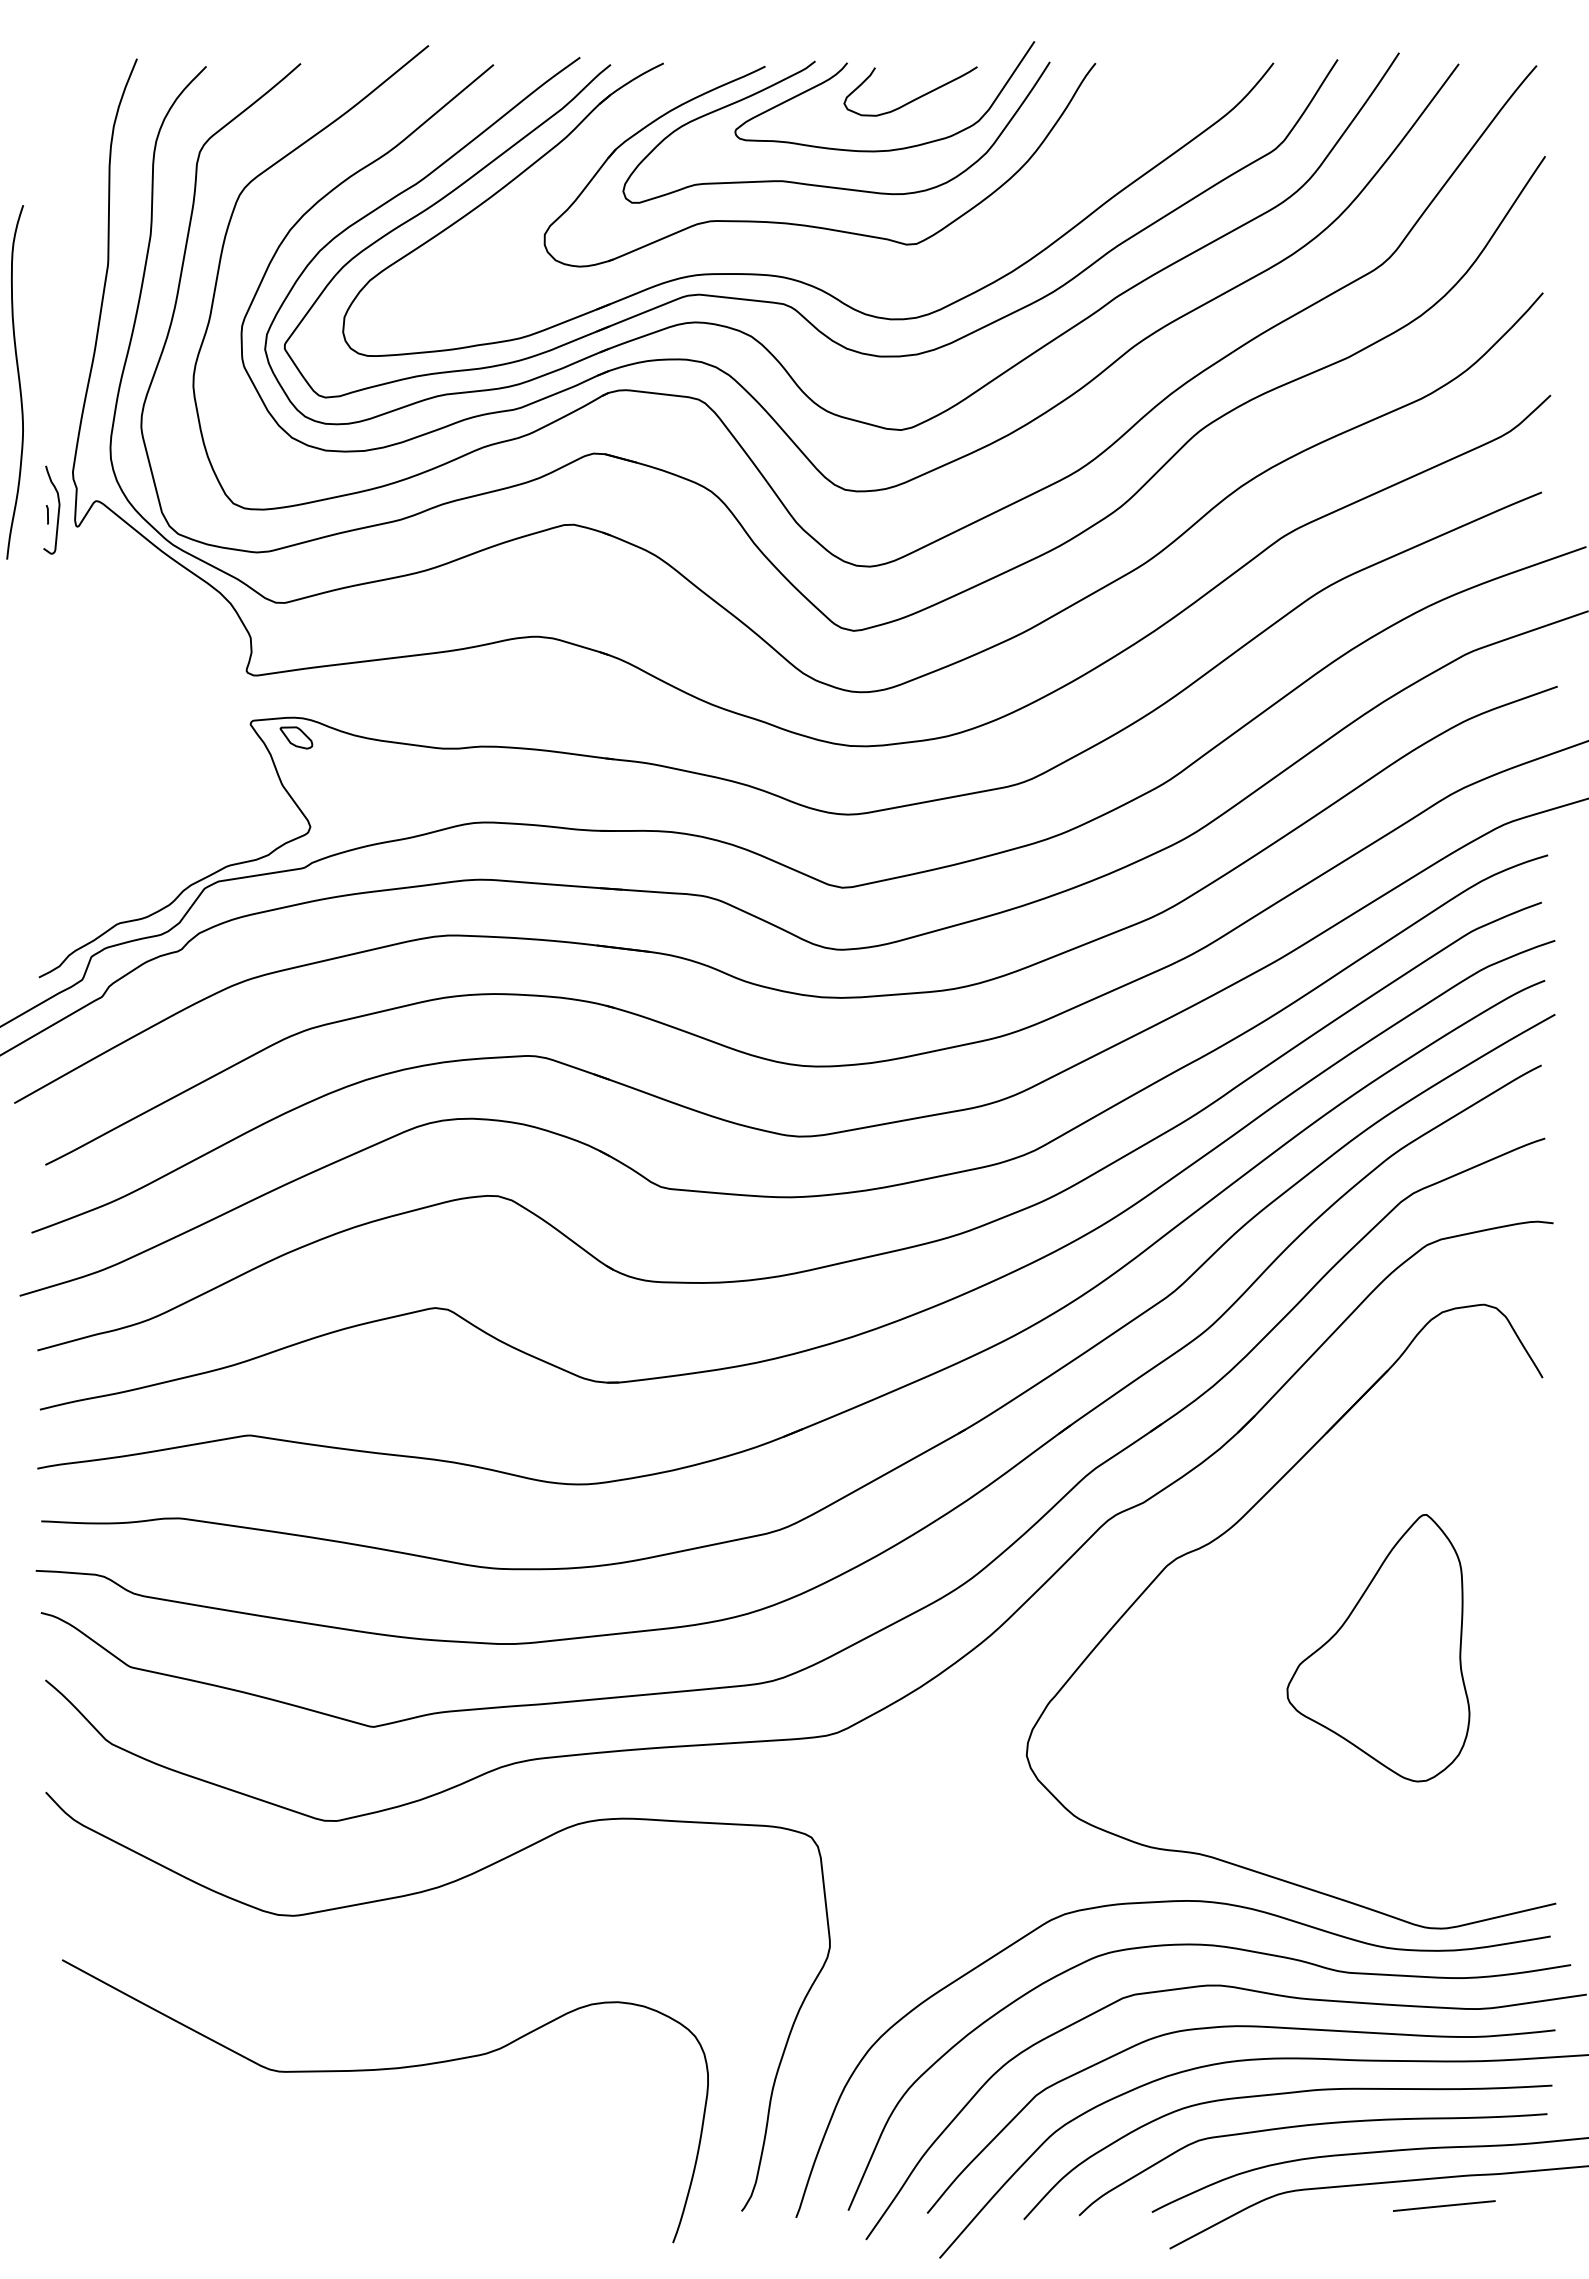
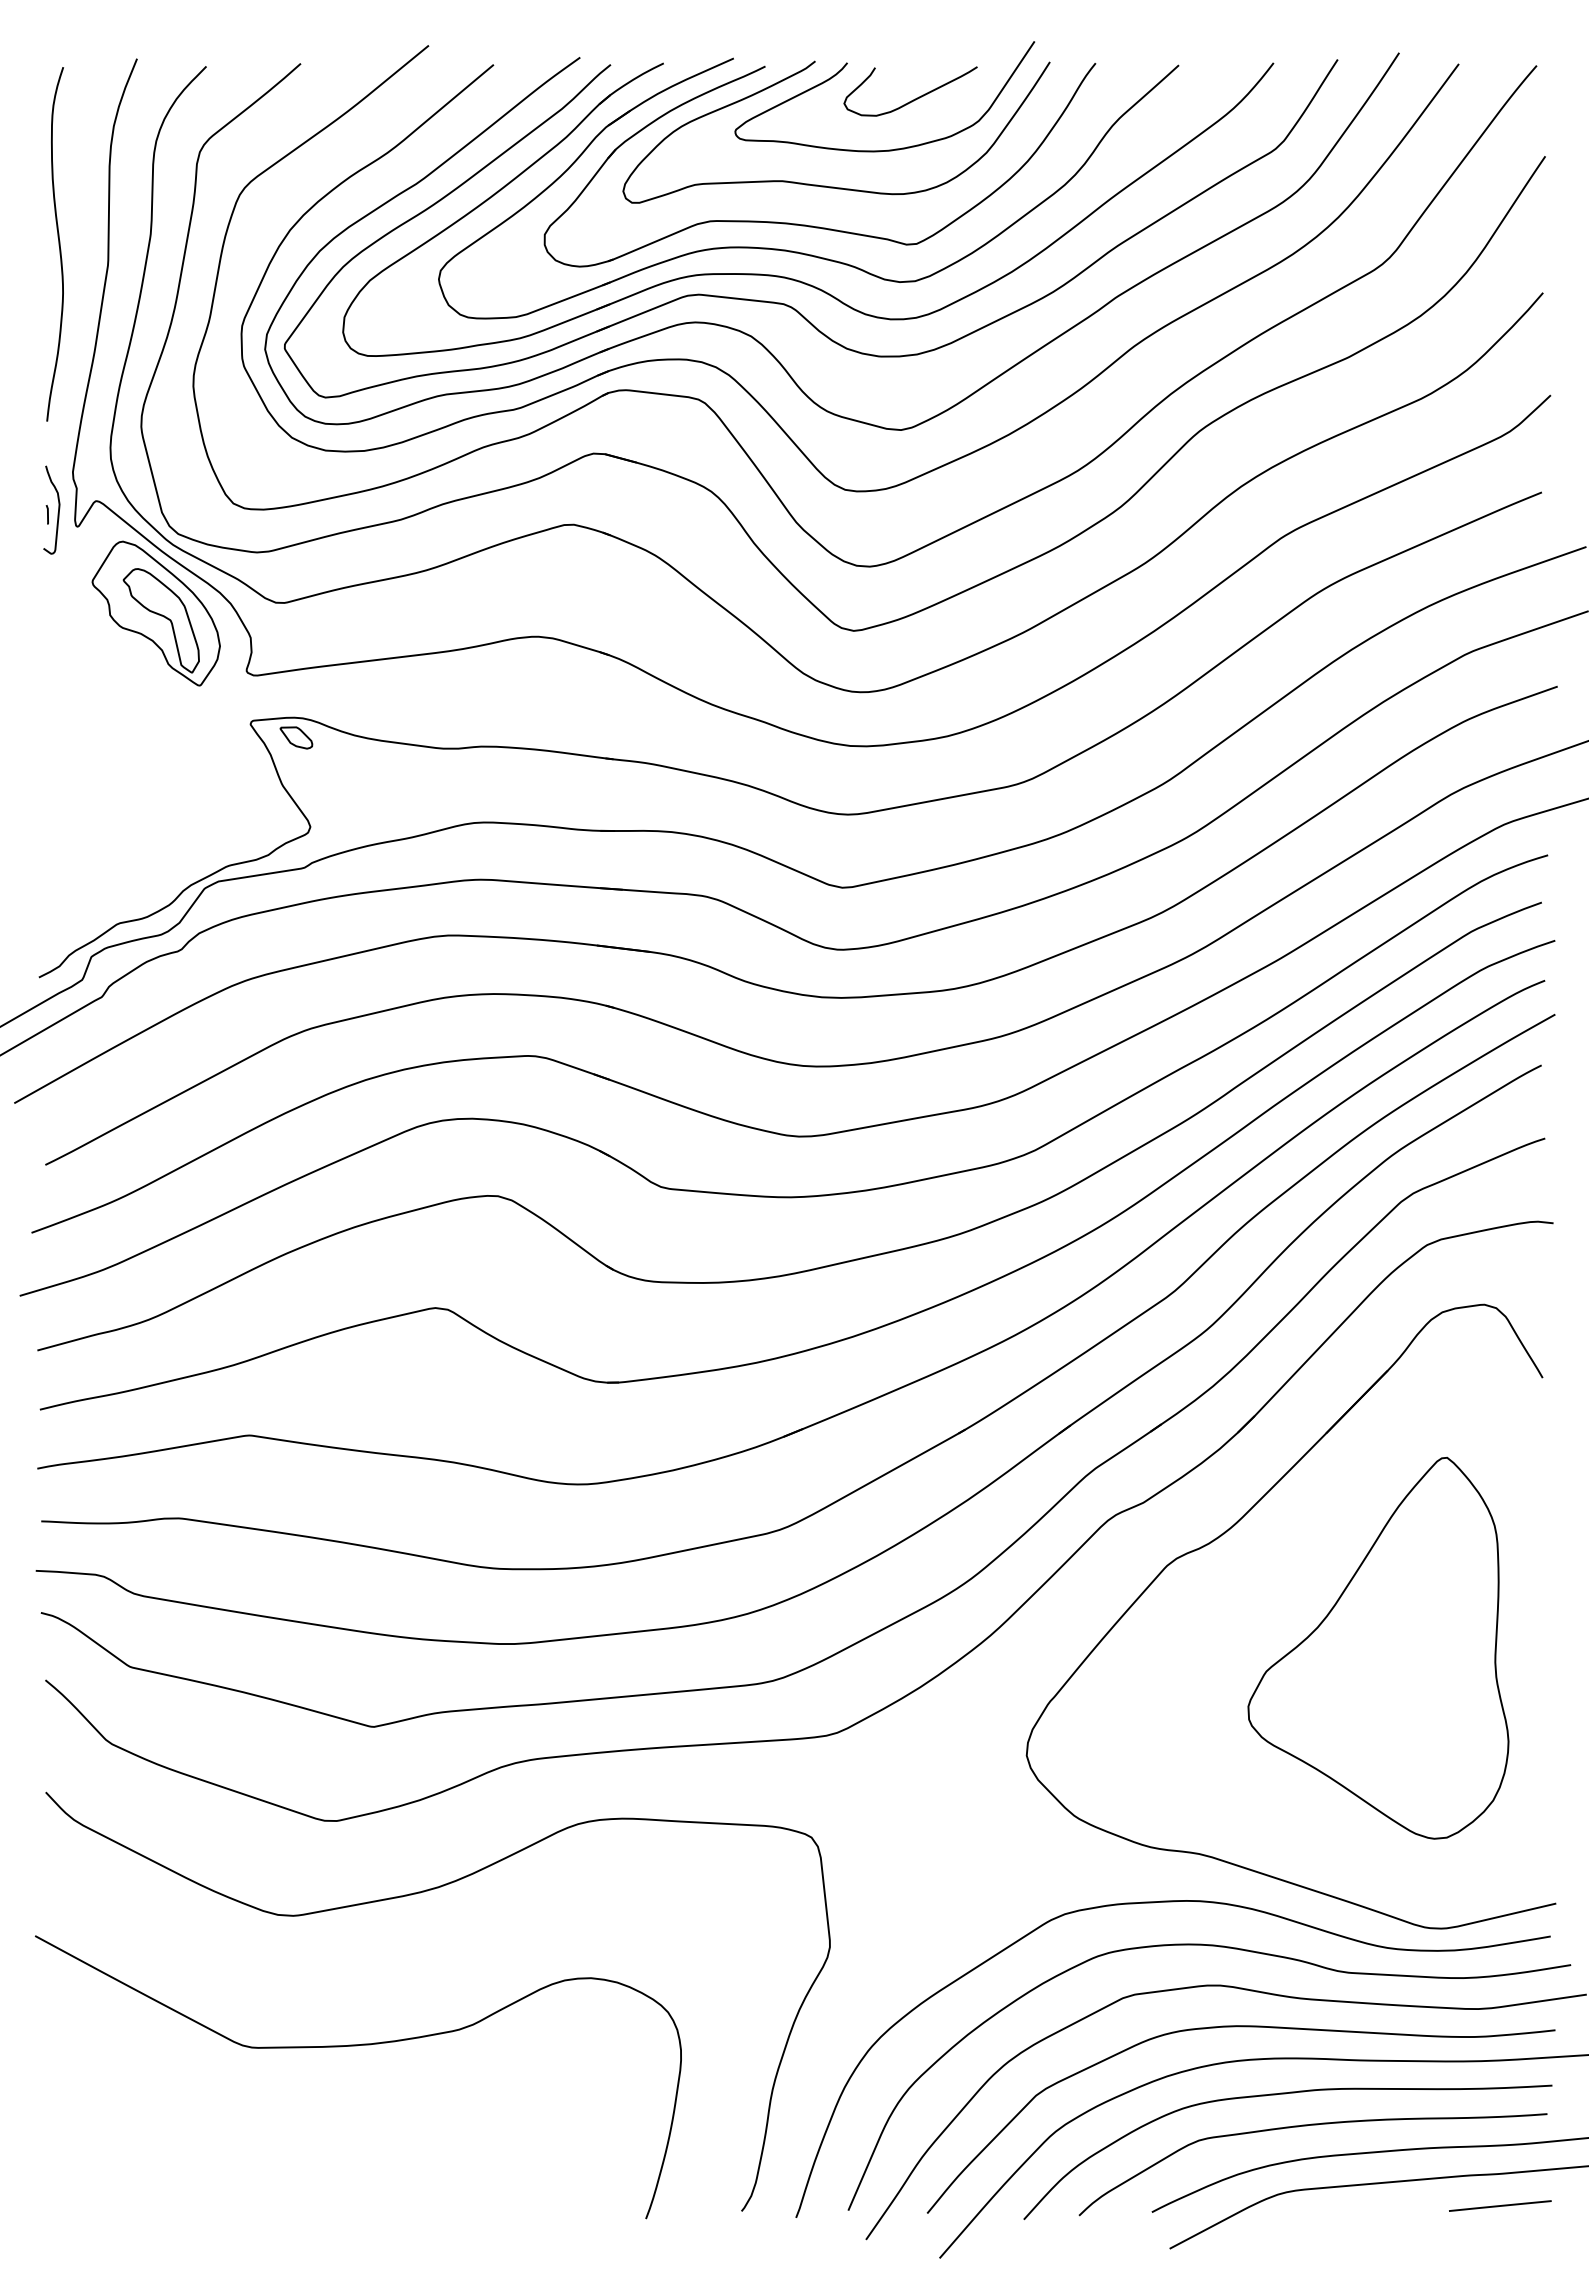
part at (797, 251): none -> present
curve at (18, 382) position: (18, 382) -> (58, 244)
part at (155, 613): none -> present
part at (1378, 1648) size: 185x269 px -> 263x384 px
curve at (384, 2070) position: (384, 2070) -> (357, 2046)
line at (1444, 2205) position: (1444, 2205) -> (1500, 2205)
